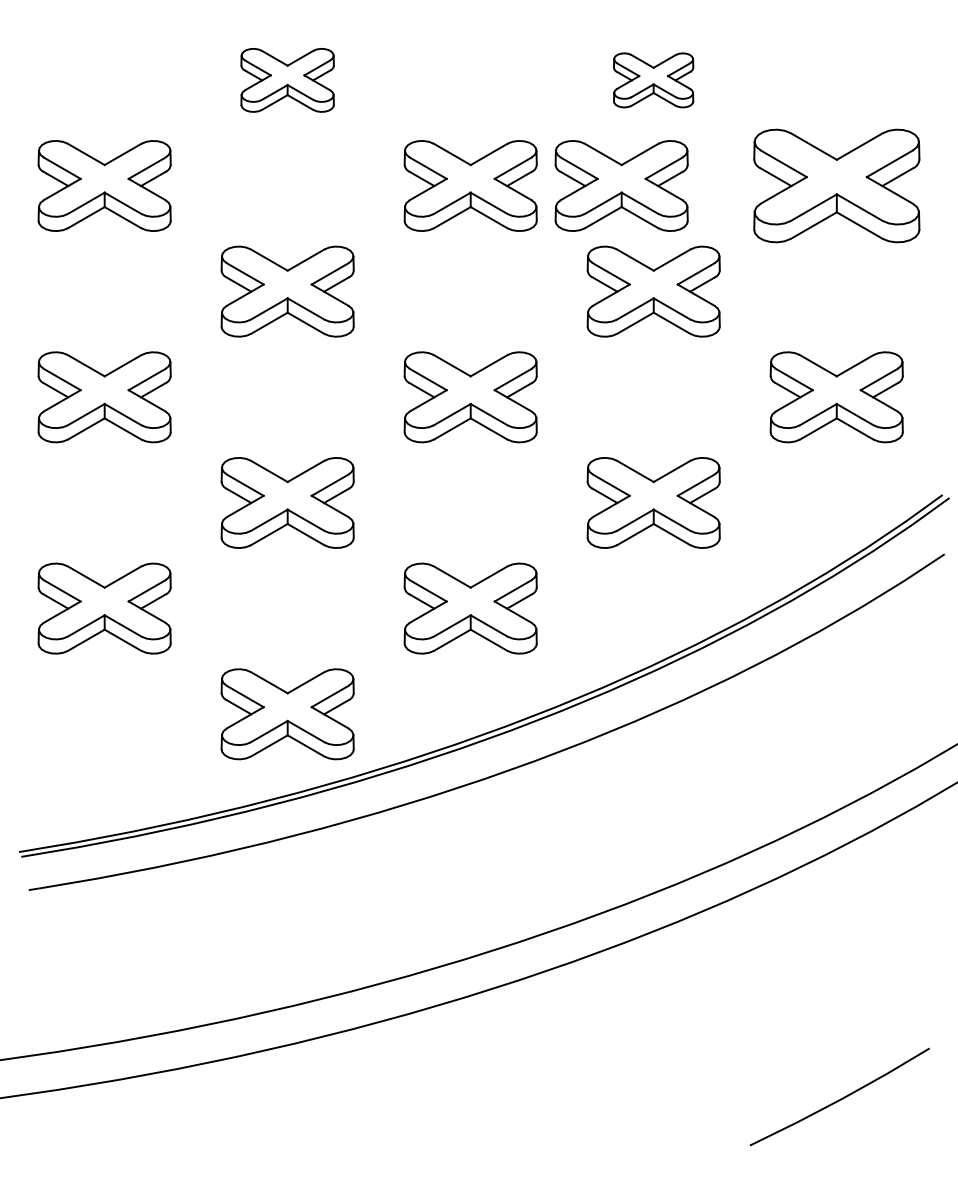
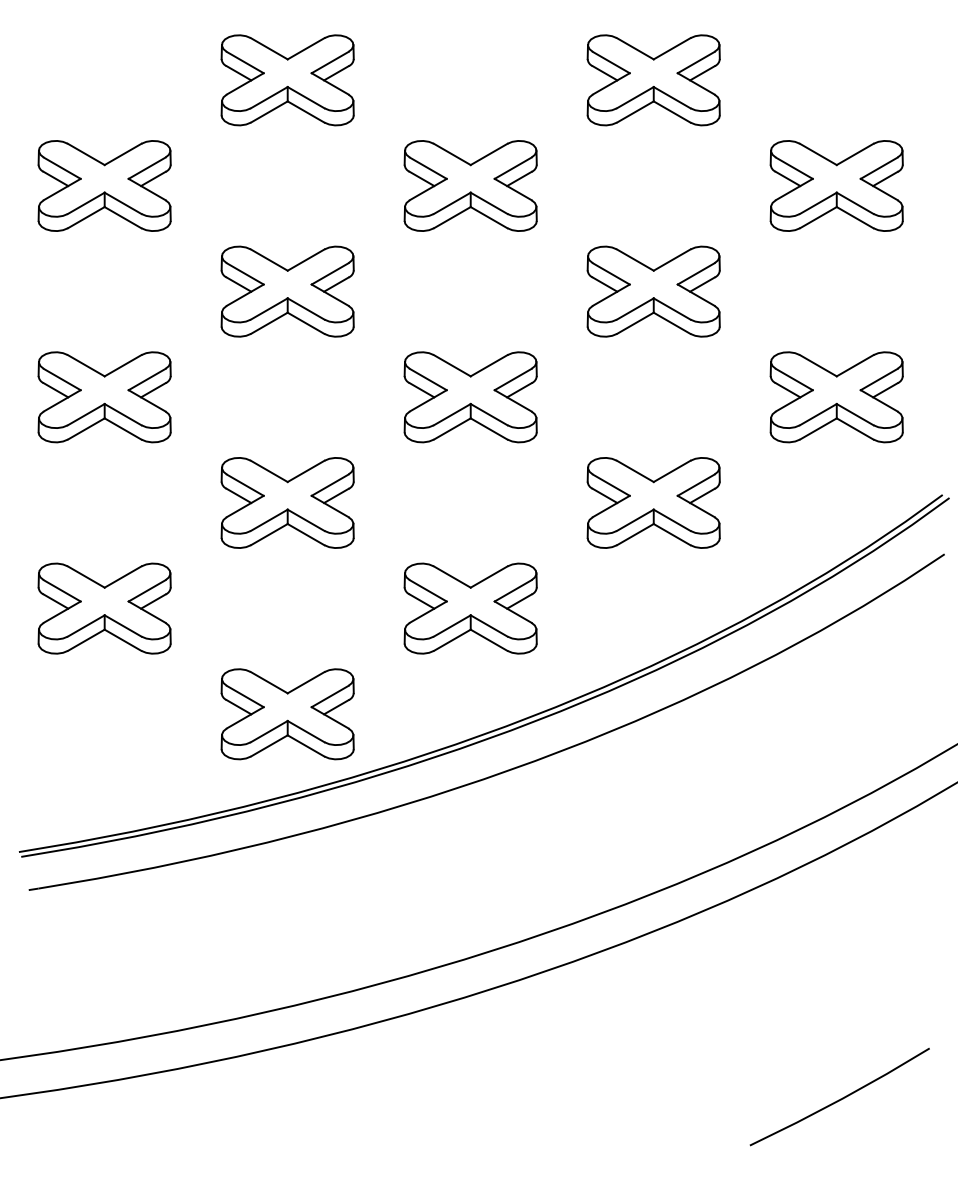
part at (287, 80) size: 95x65 px -> 135x93 px
part at (653, 80) size: 82x57 px -> 135x93 px
part at (621, 185): present -> none
part at (836, 185) size: 168x116 px -> 135x92 px
